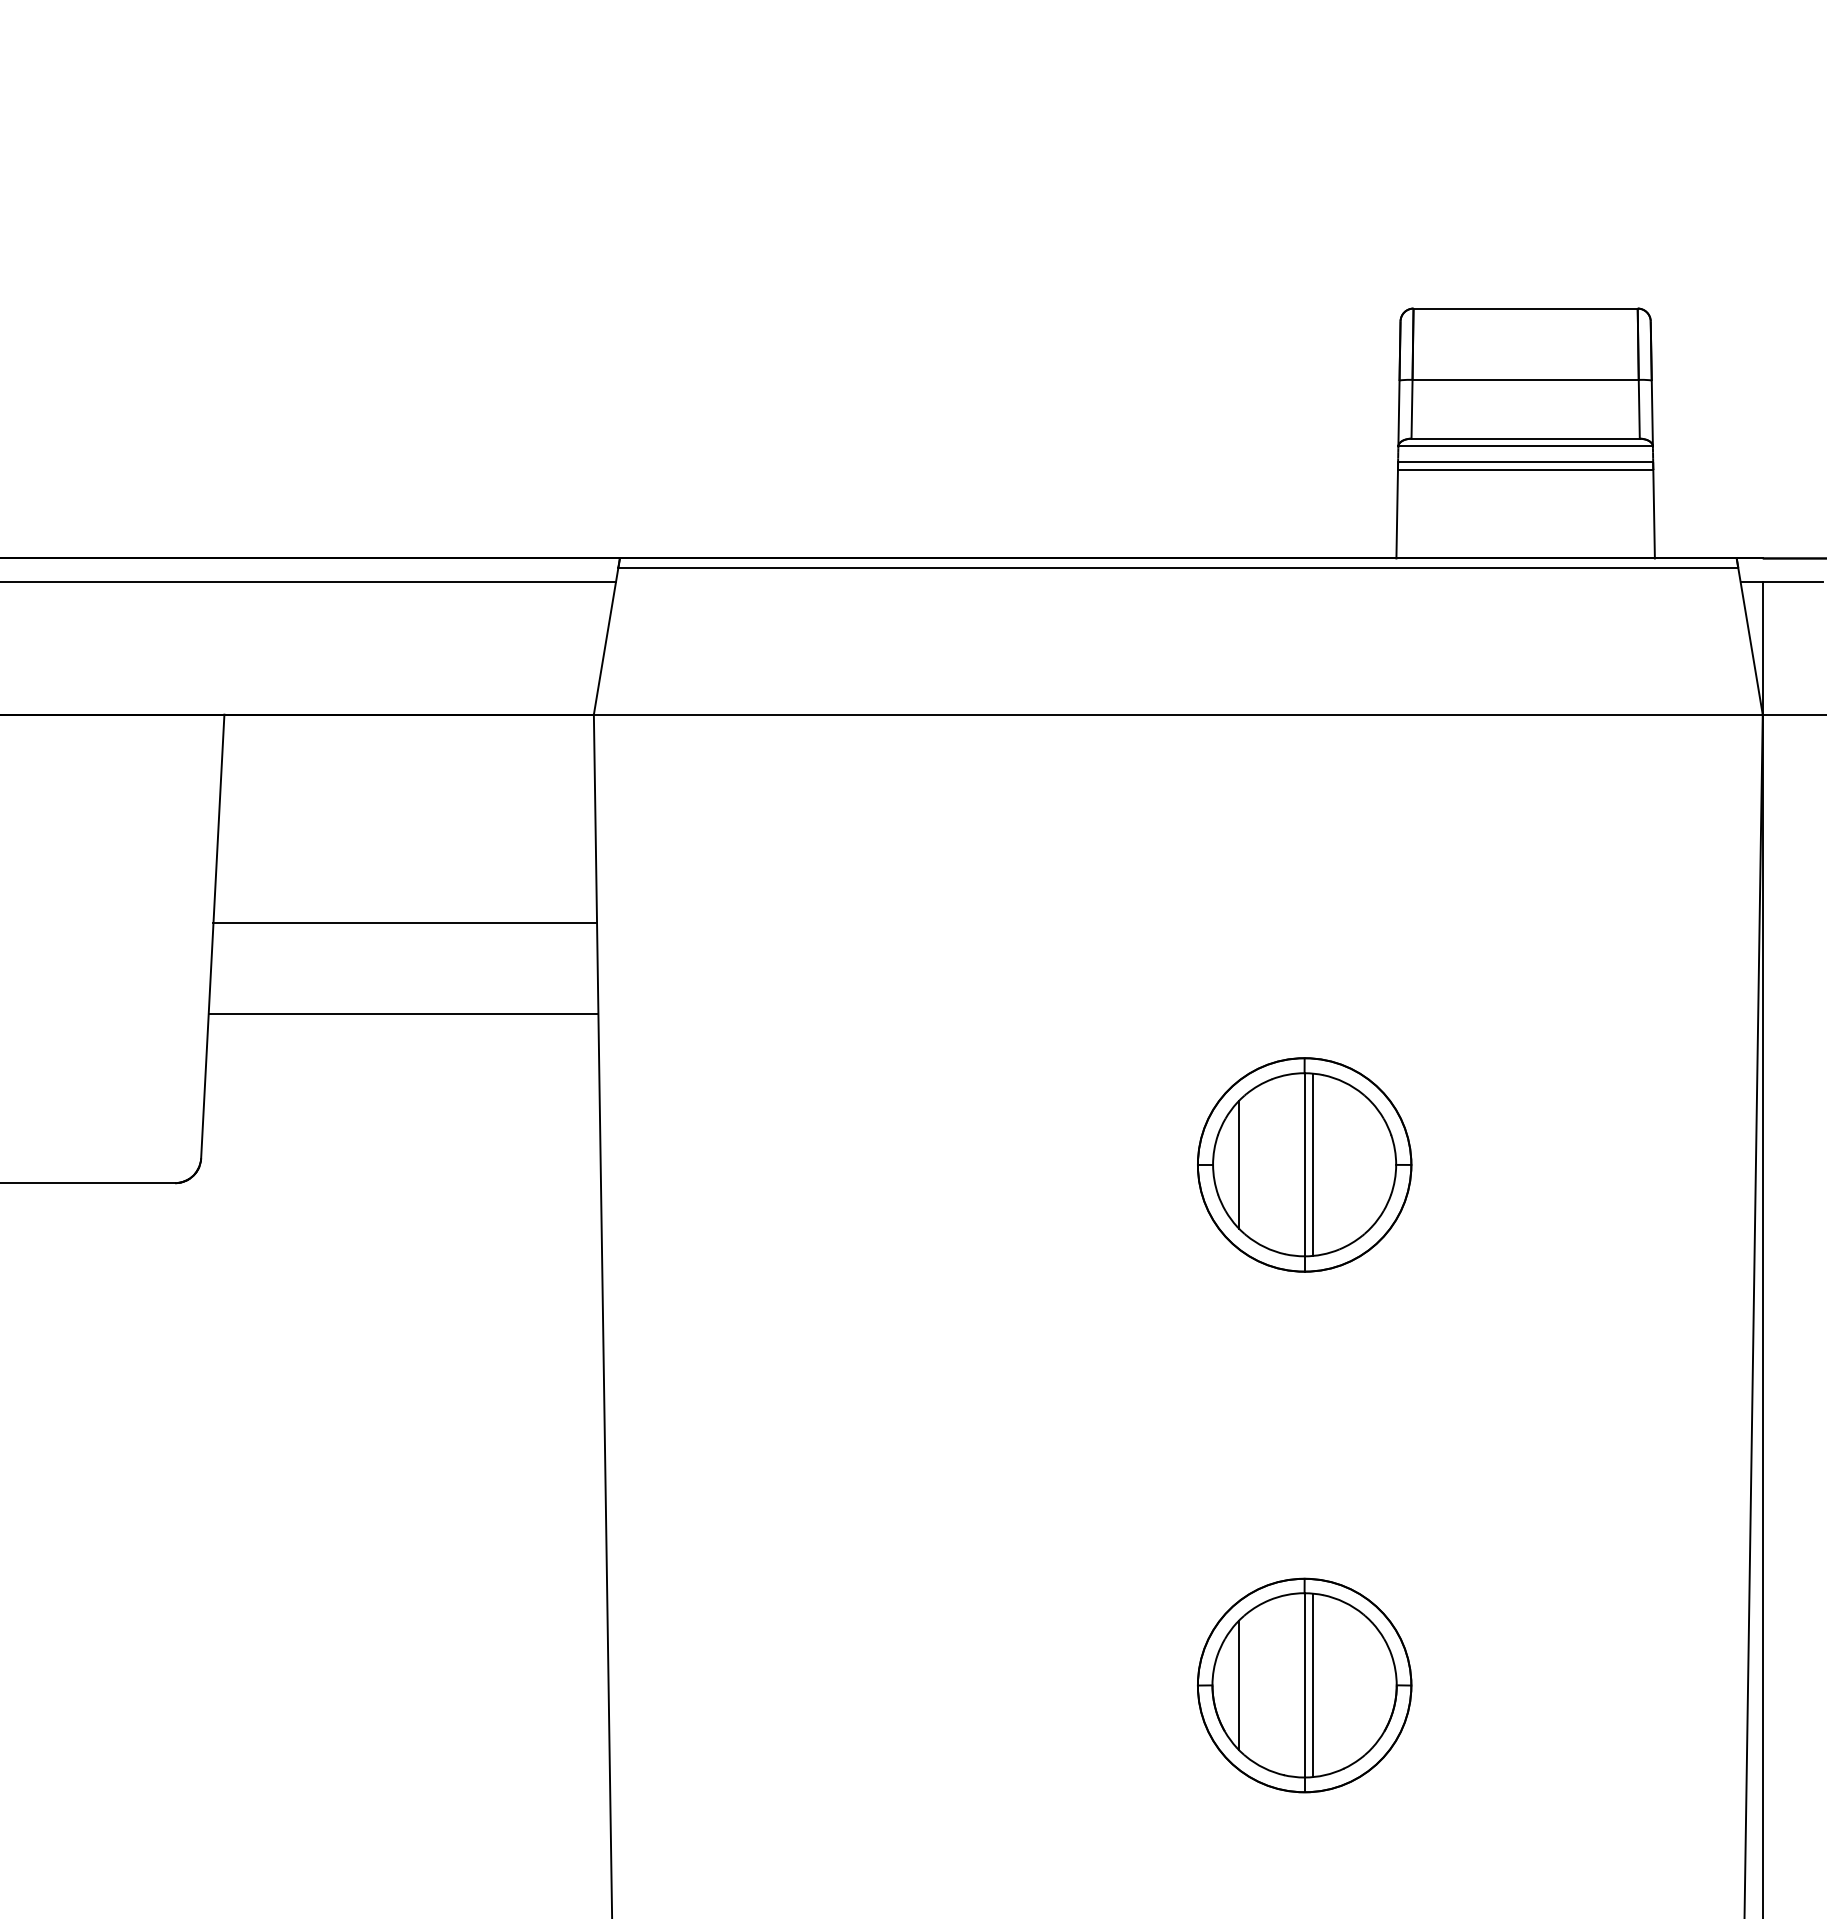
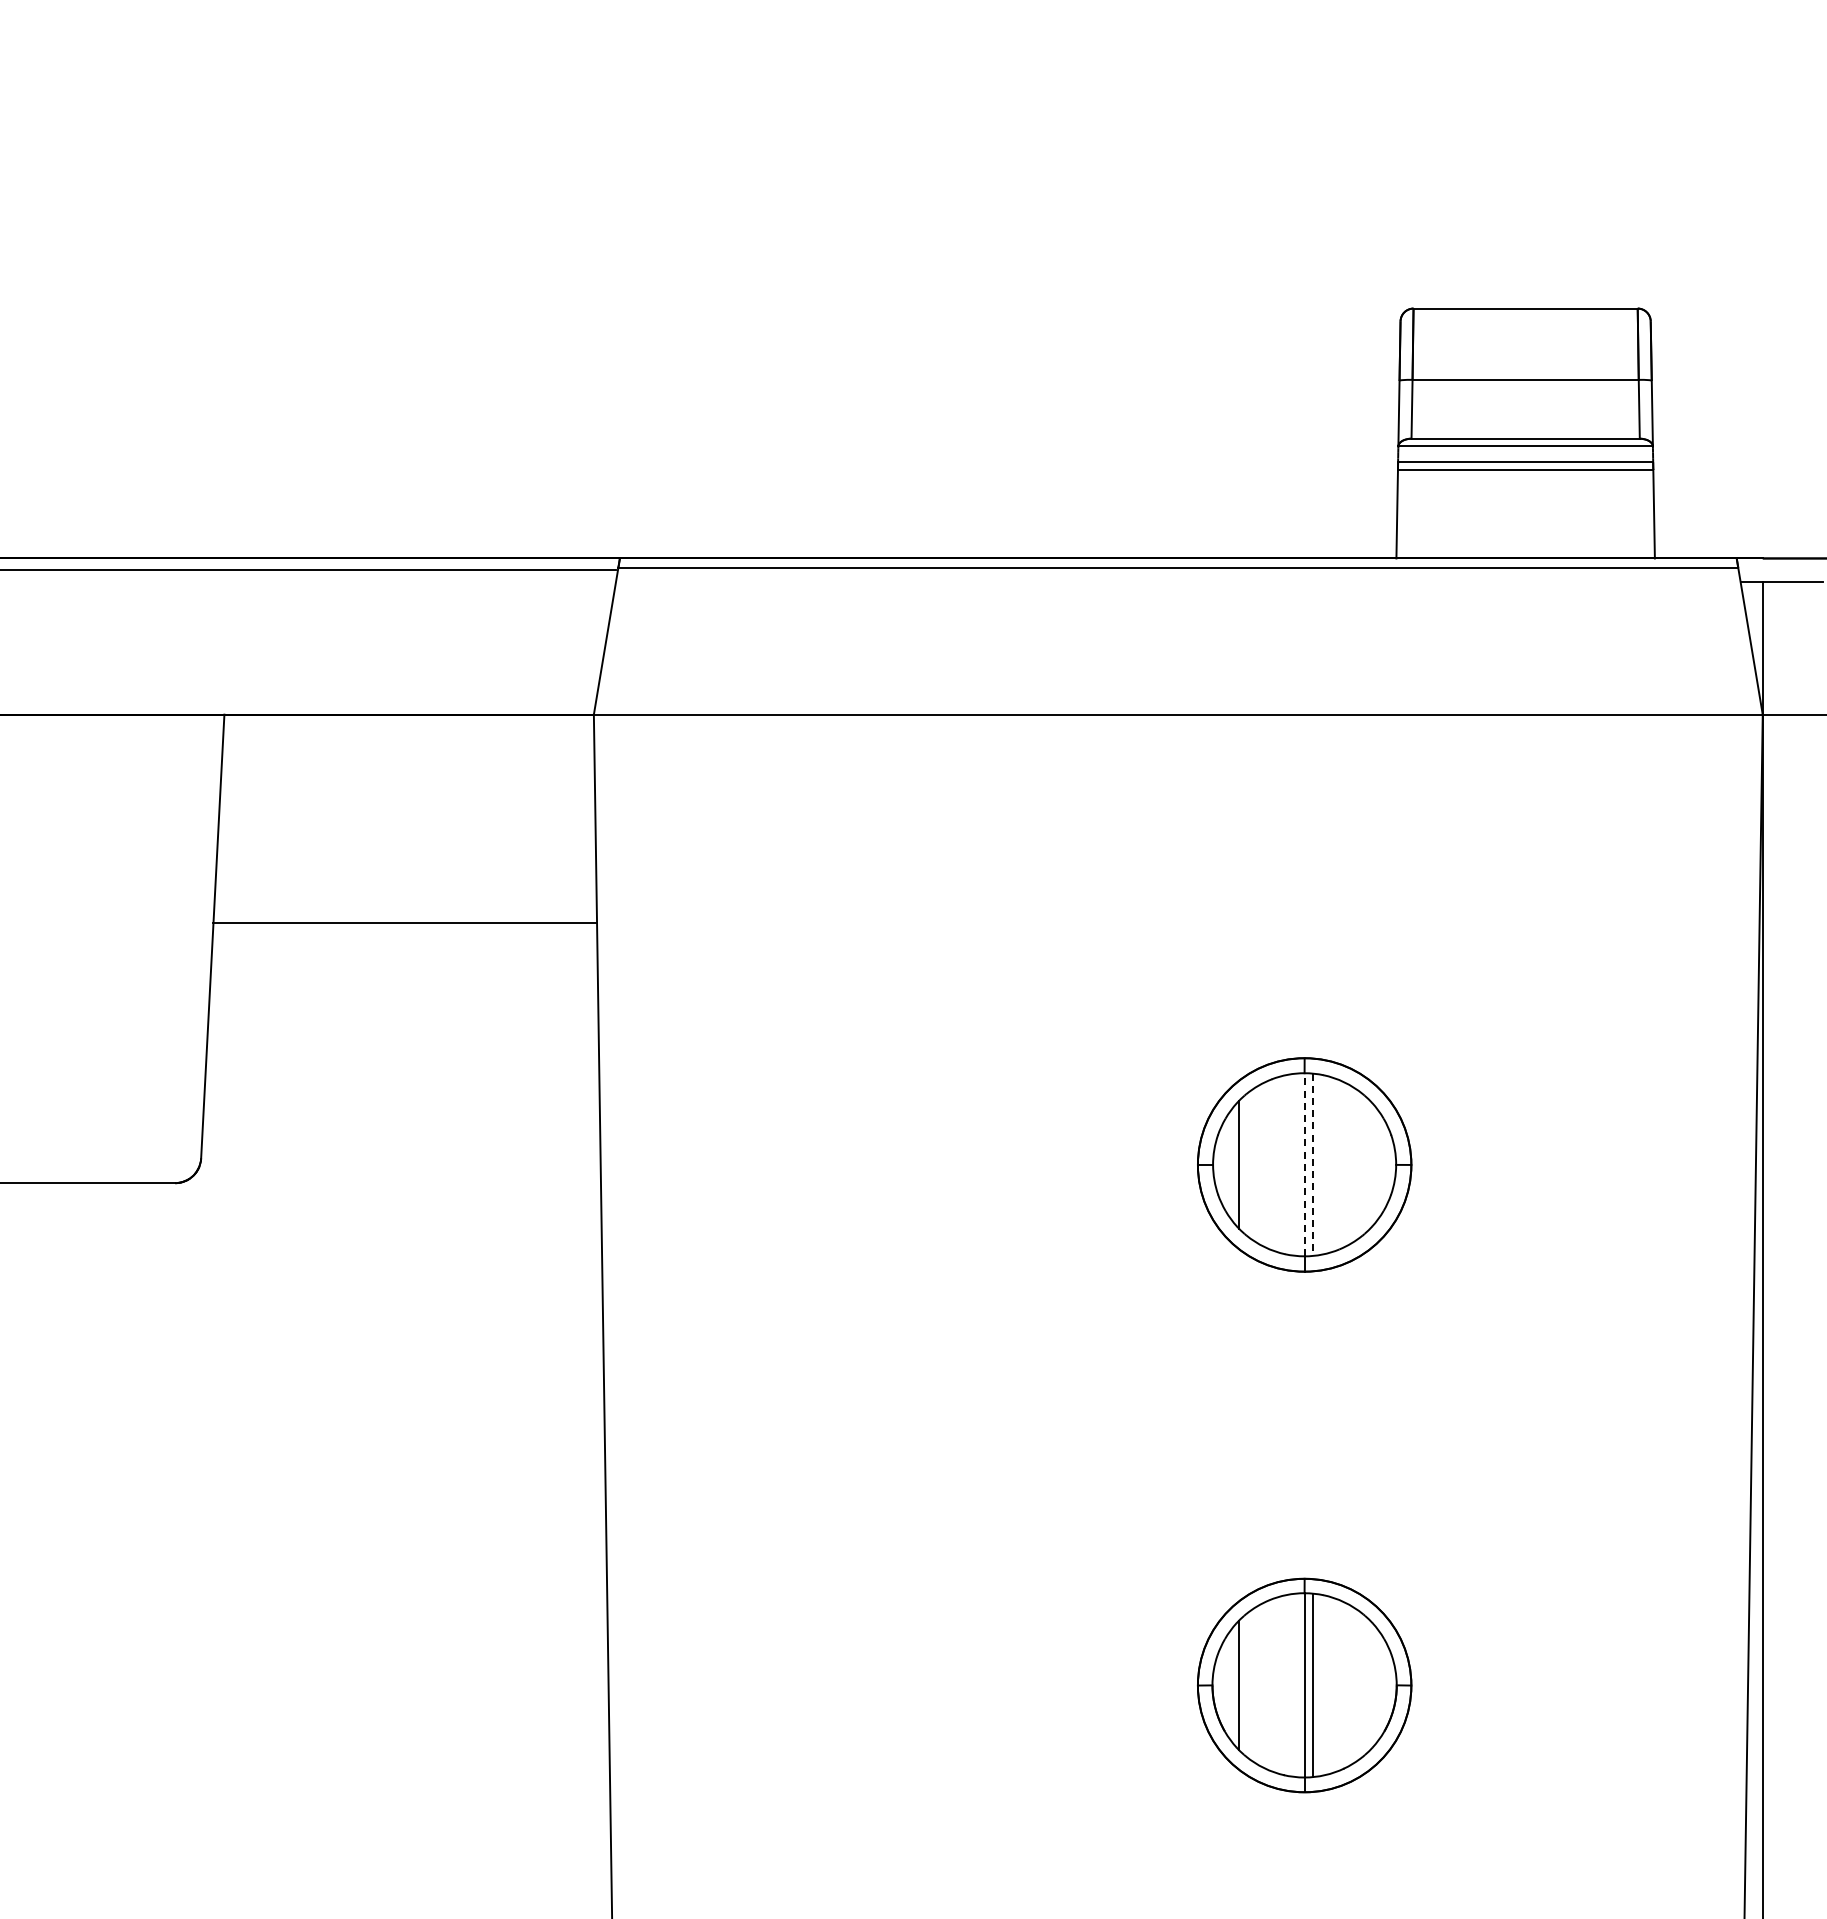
line at (309, 581) position: (309, 581) -> (309, 569)
line at (403, 1013): present -> none
line at (1305, 1164): solid -> dashed
line at (1312, 1165): solid -> dashed
